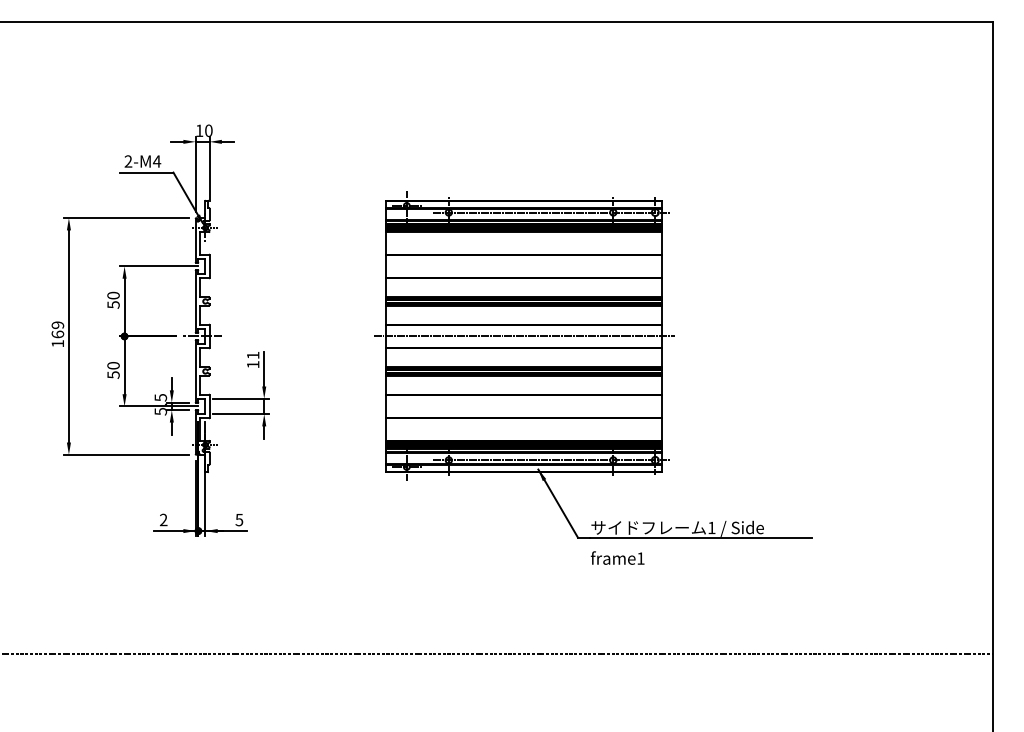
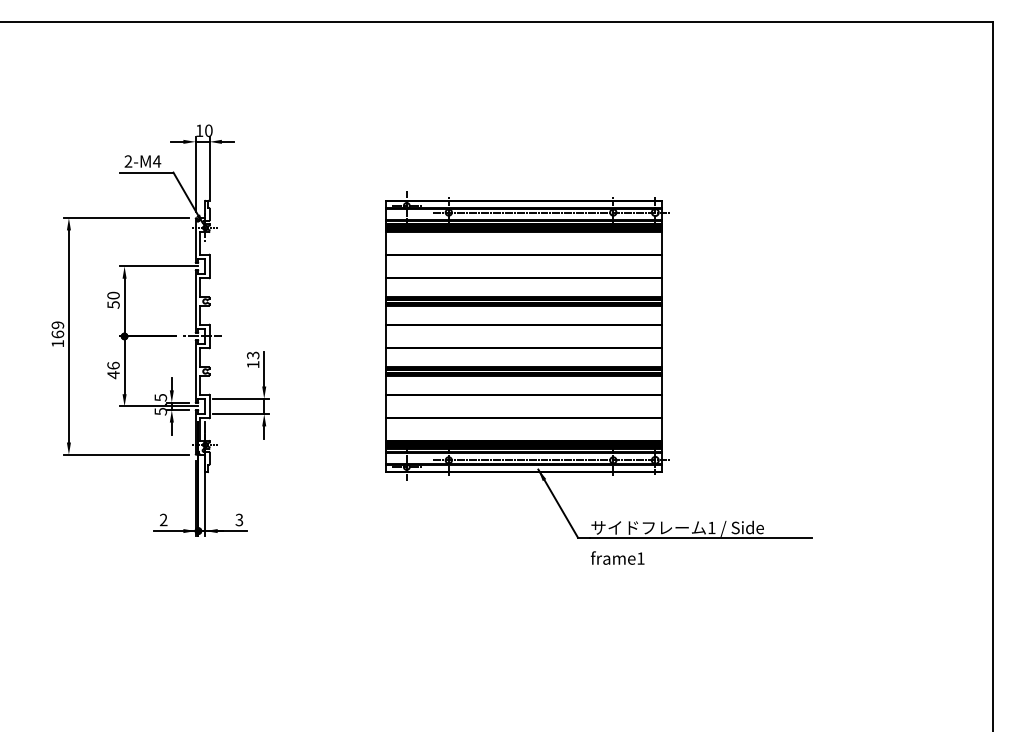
line at (523, 336): present -> none
text at (252, 355): 11 -> 13
text at (113, 370): 50 -> 46
text at (239, 519): 5 -> 3
line at (497, 653): present -> none
